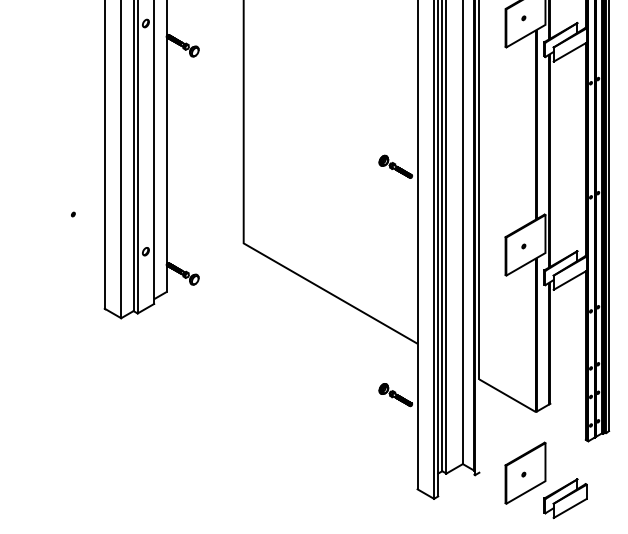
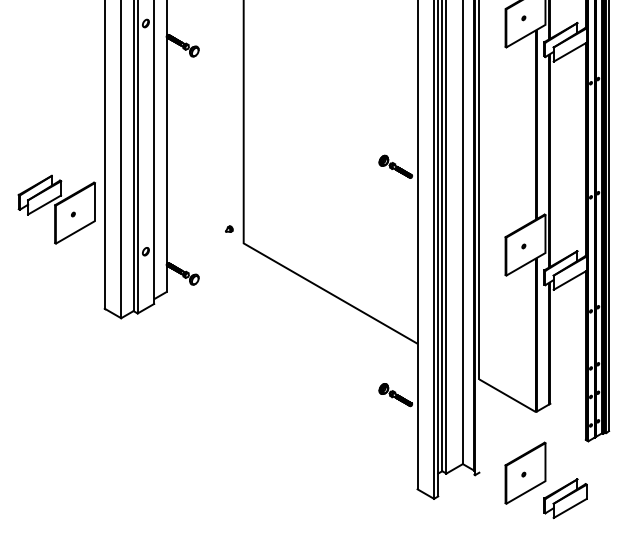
part at (56, 209): none -> present
part at (229, 228): none -> present
